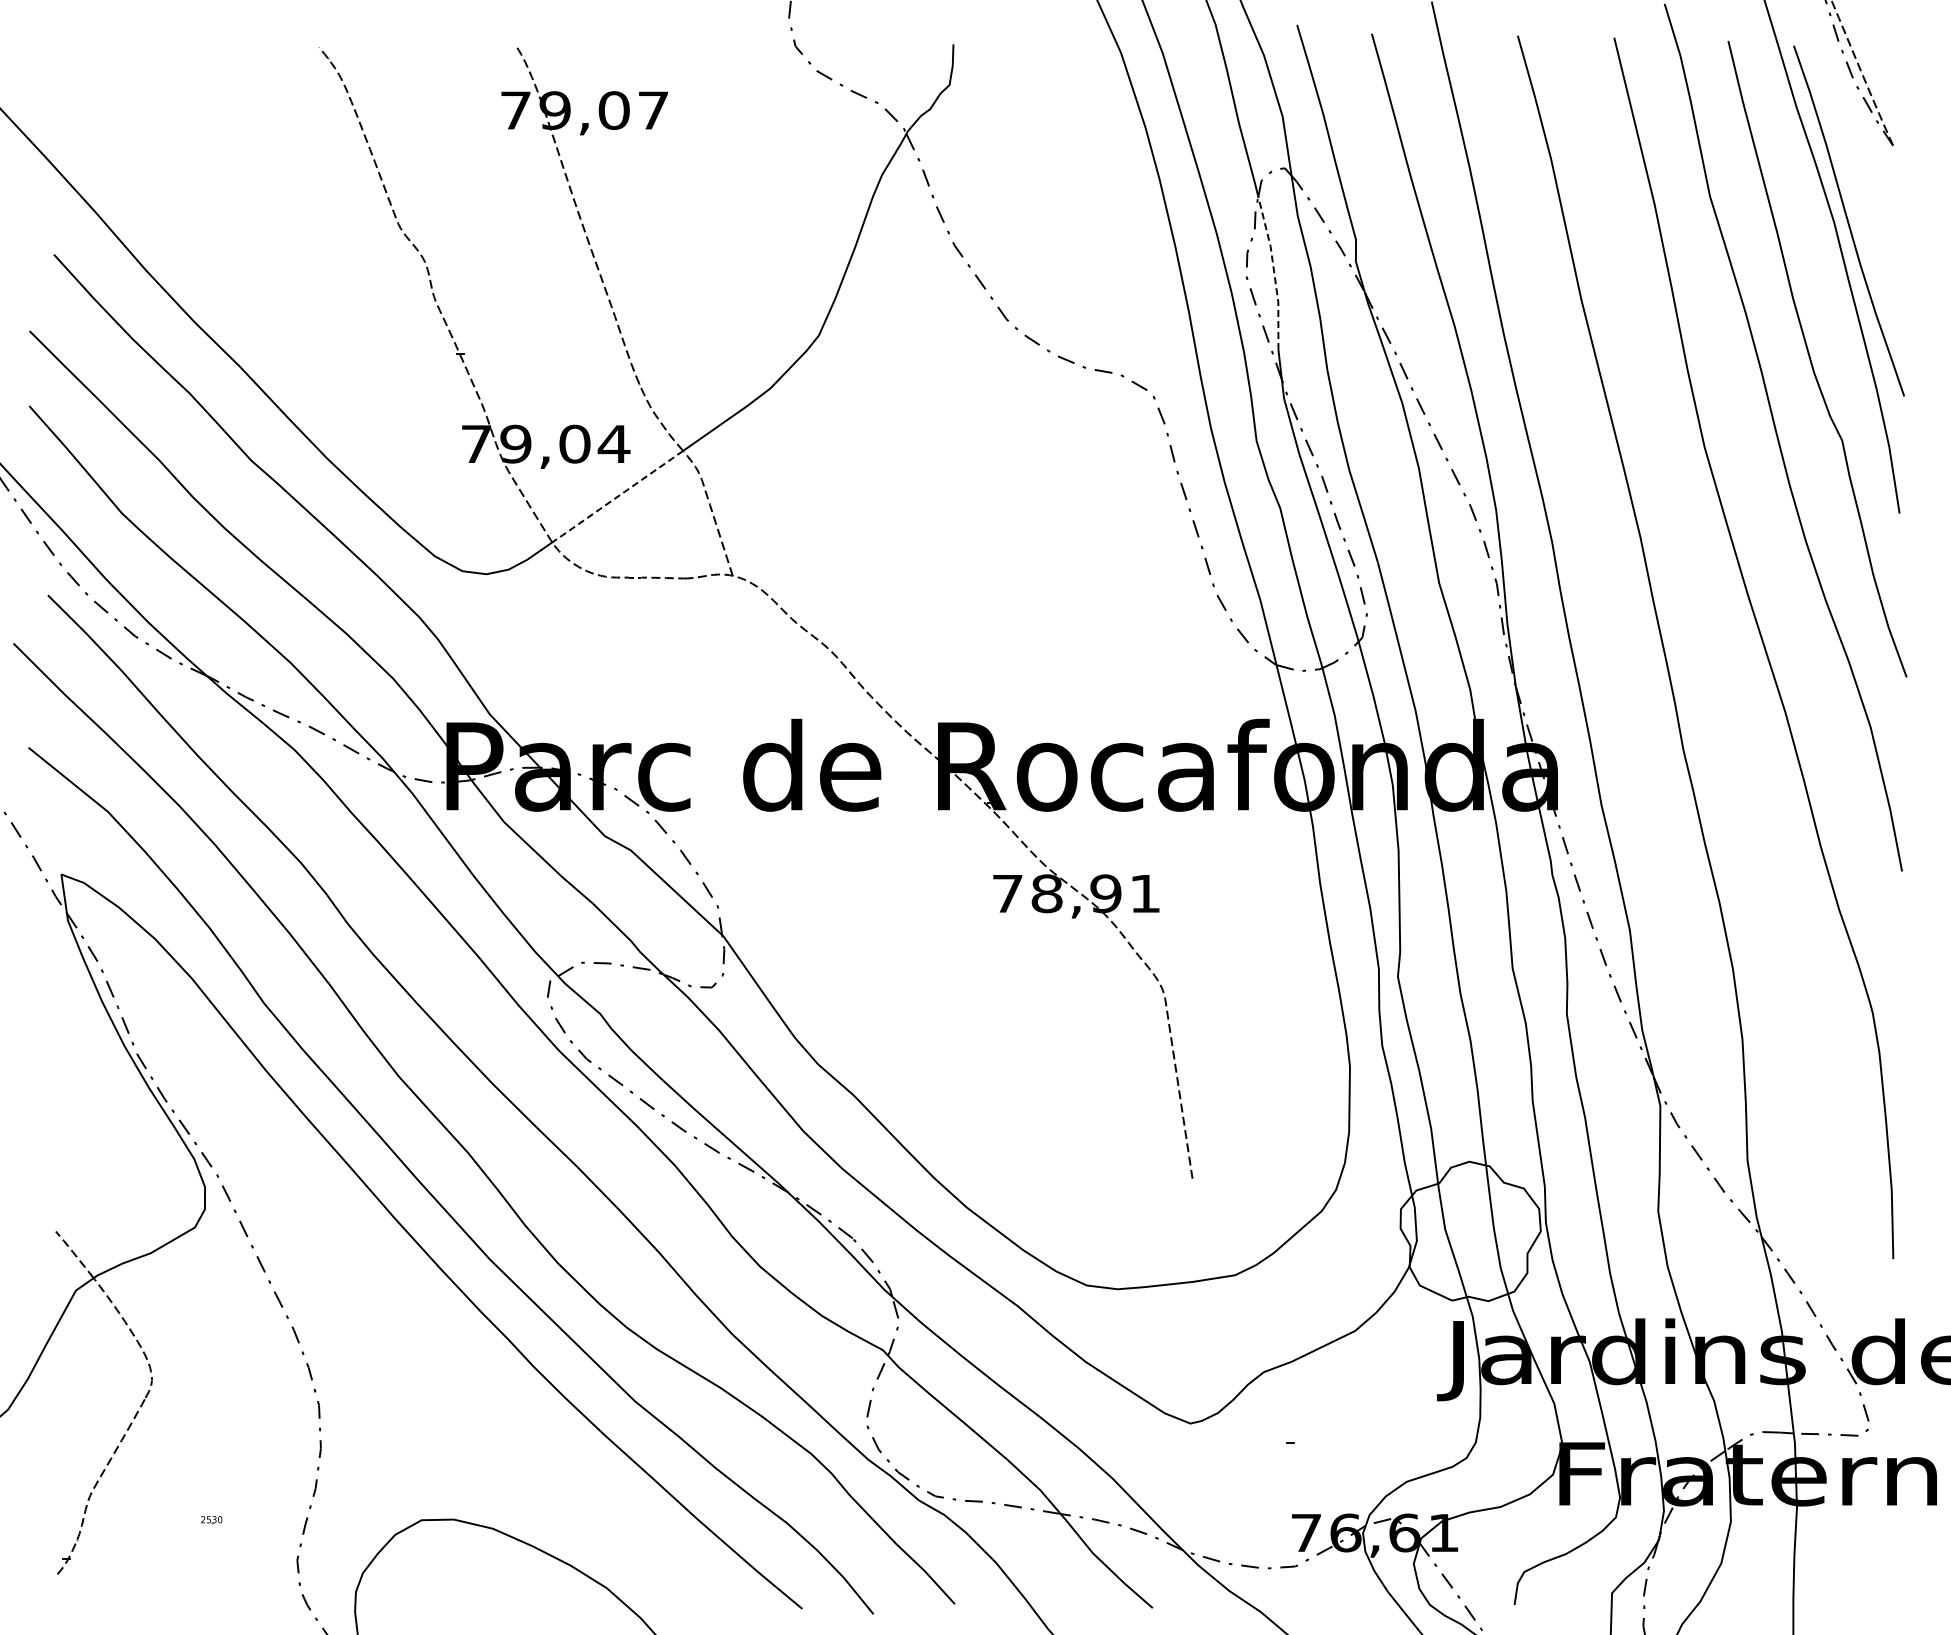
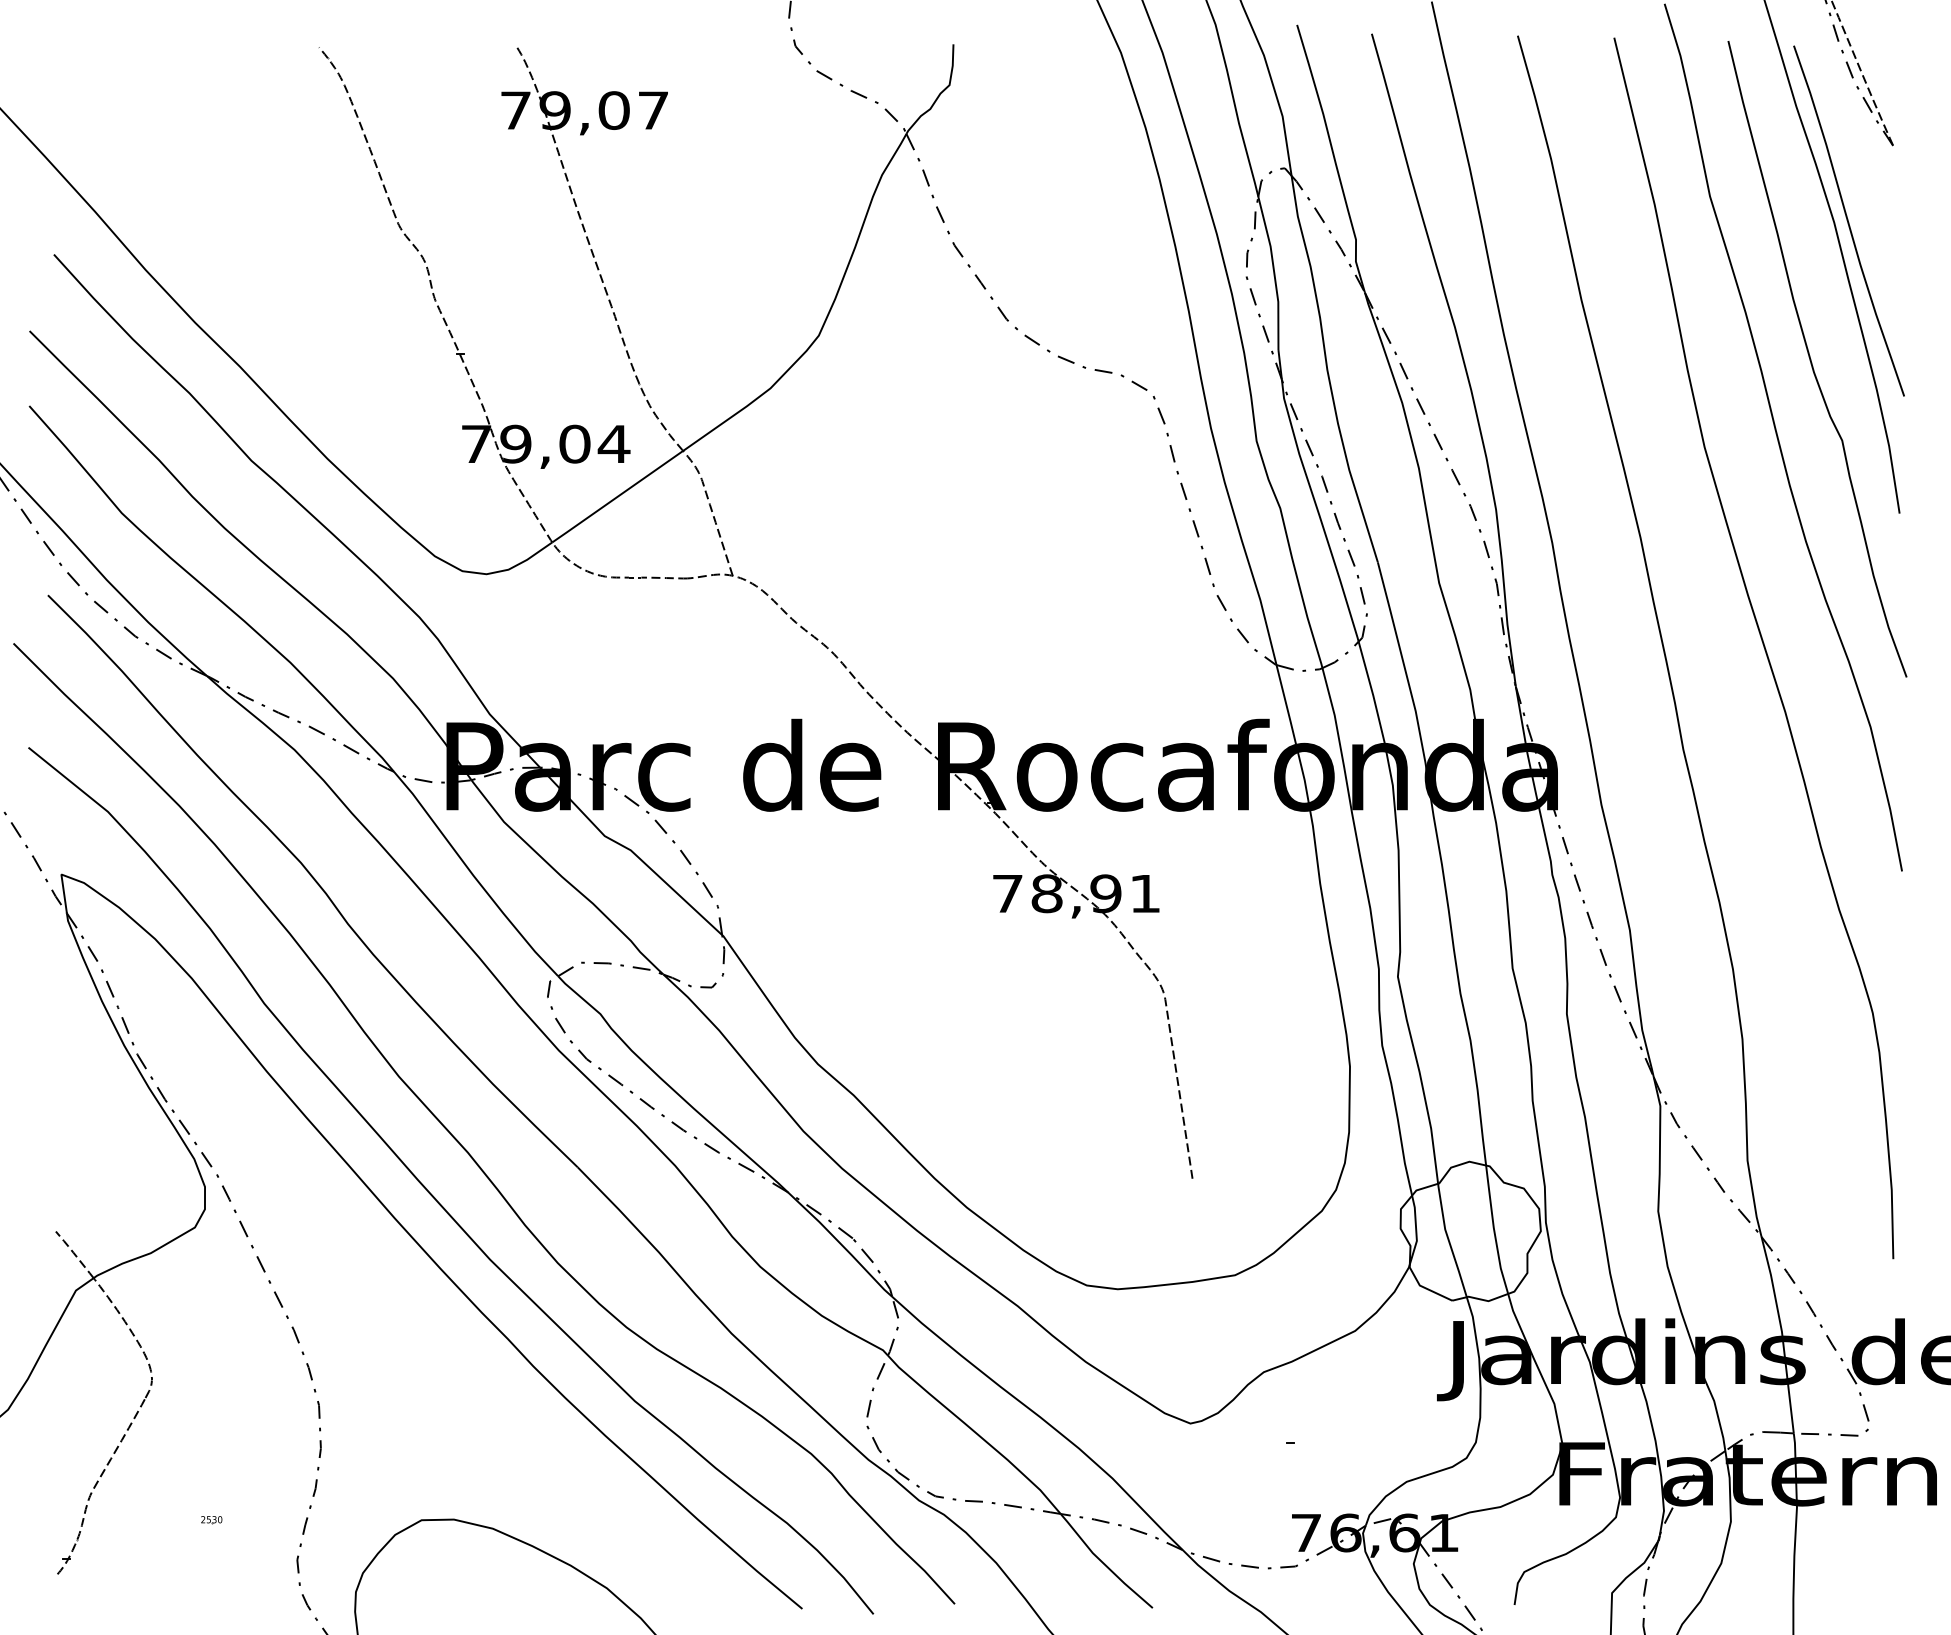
line at (1274, 272): dashed -> solid
line at (617, 496): dashed -> solid
